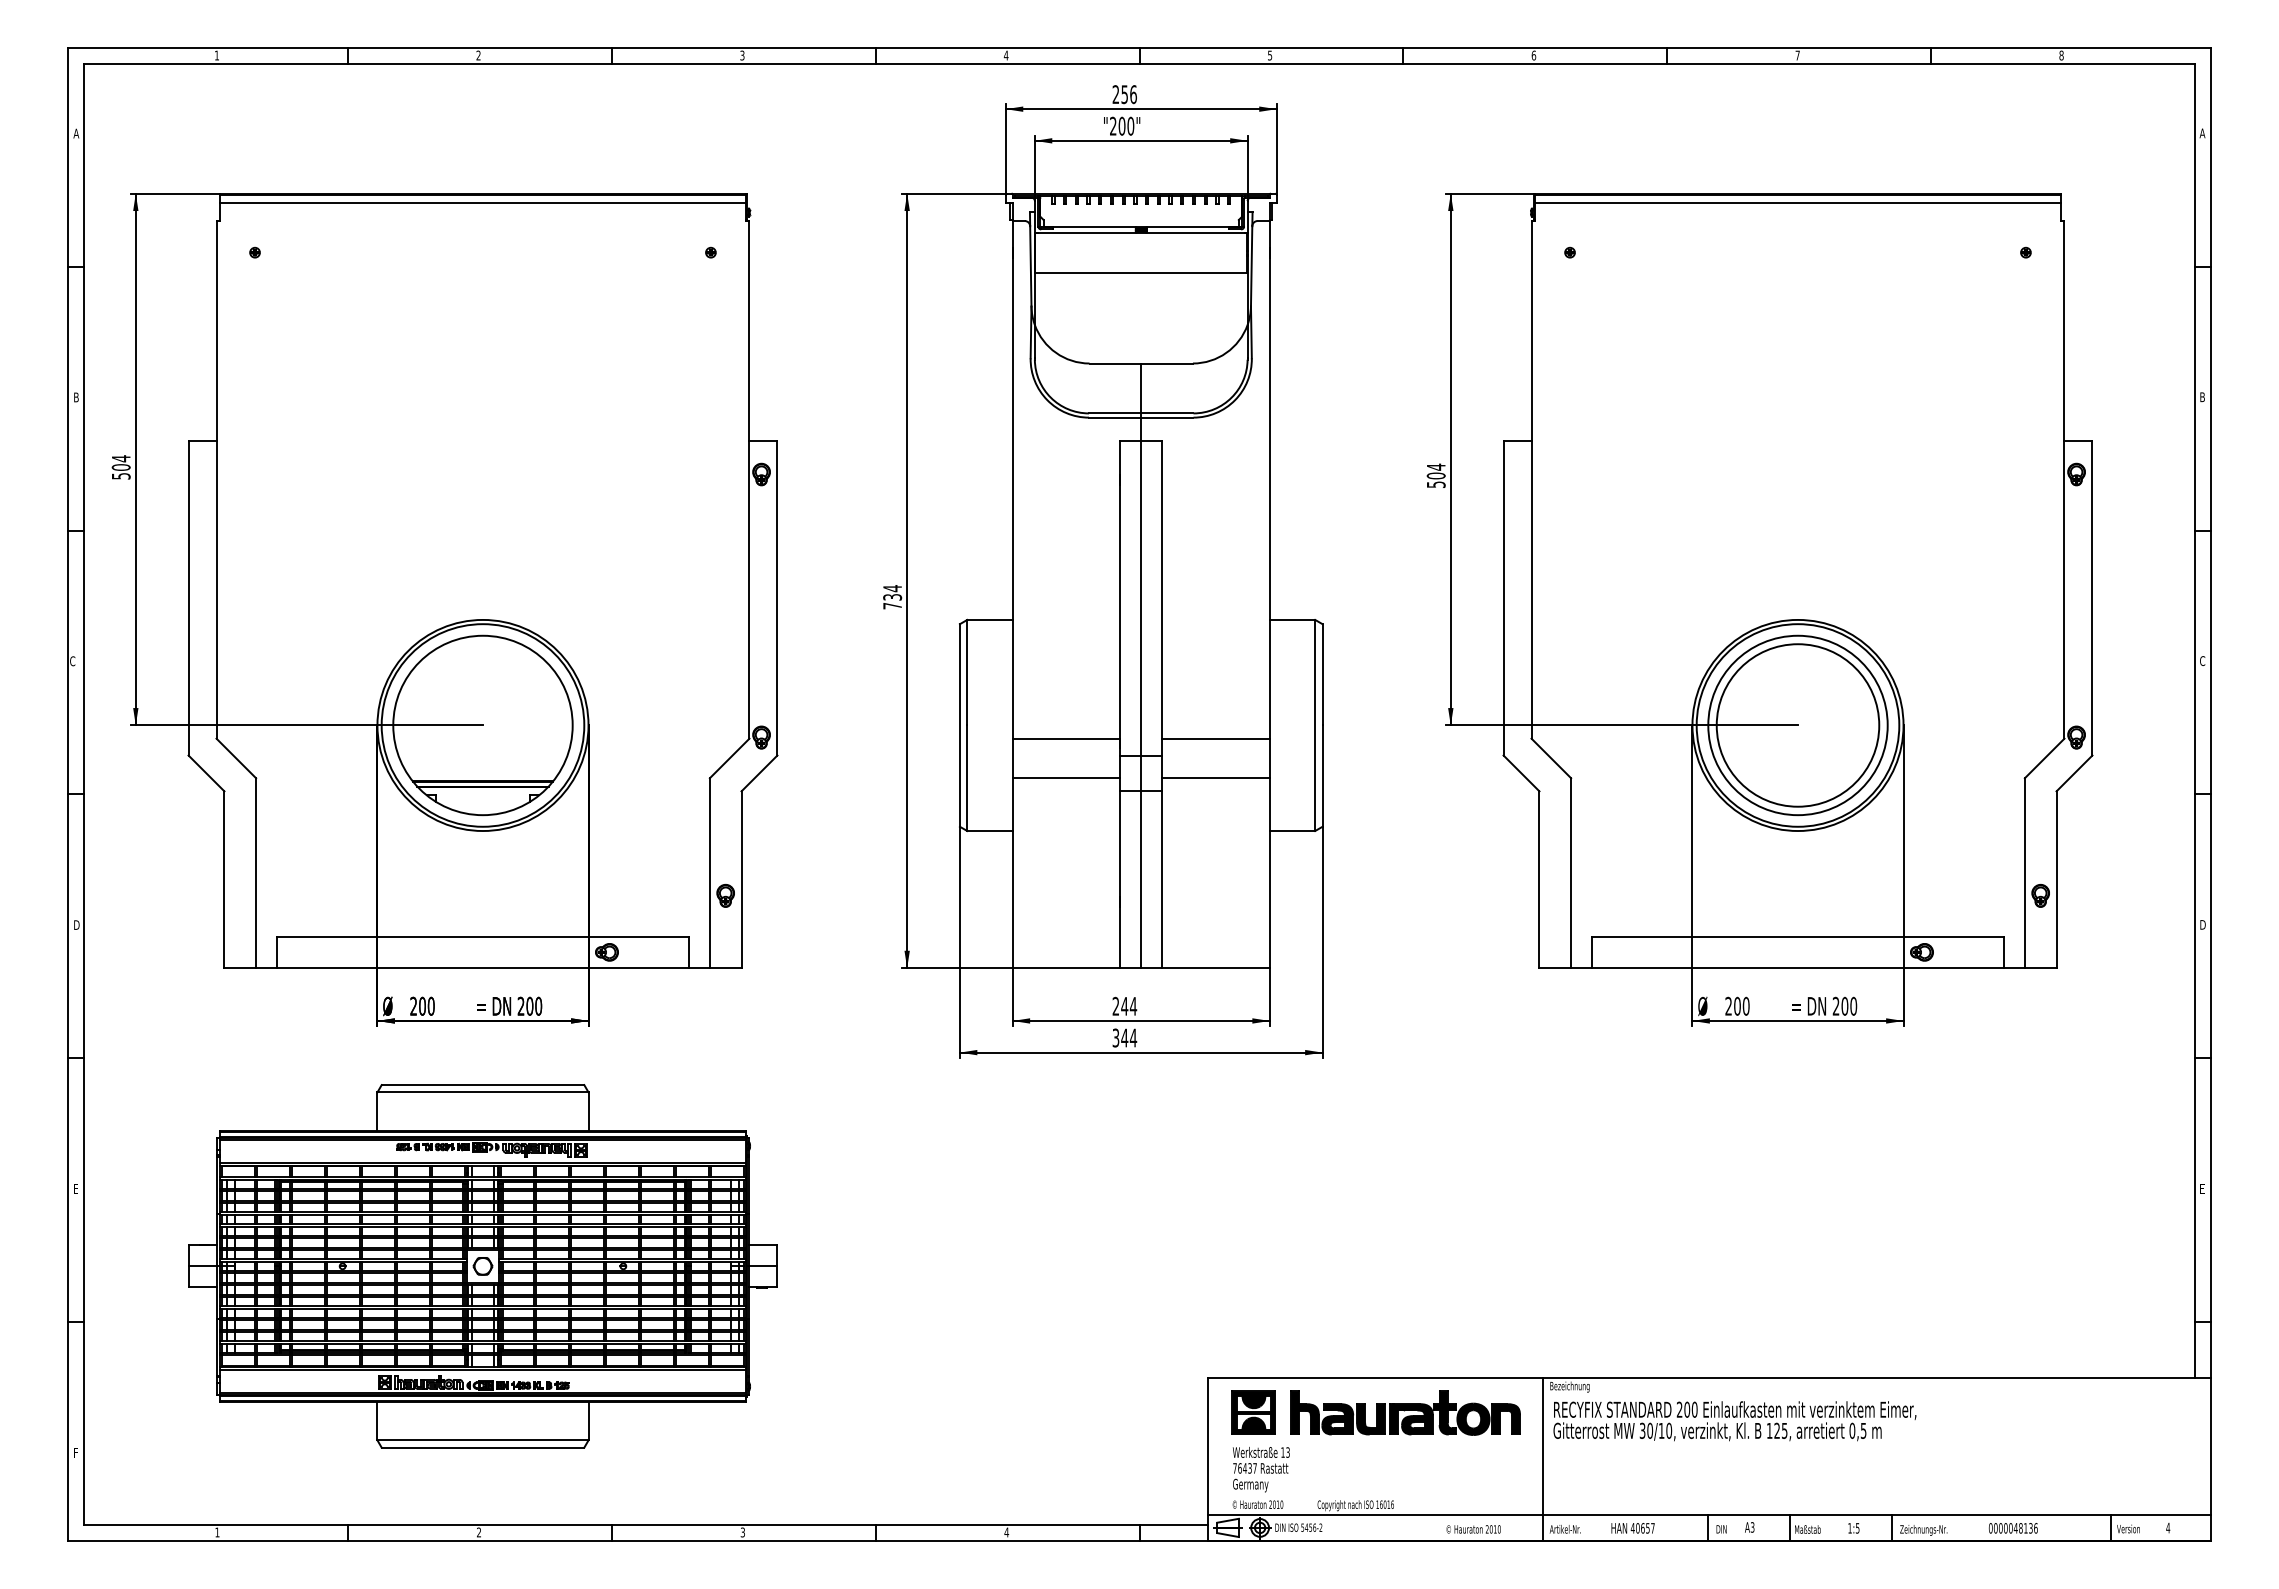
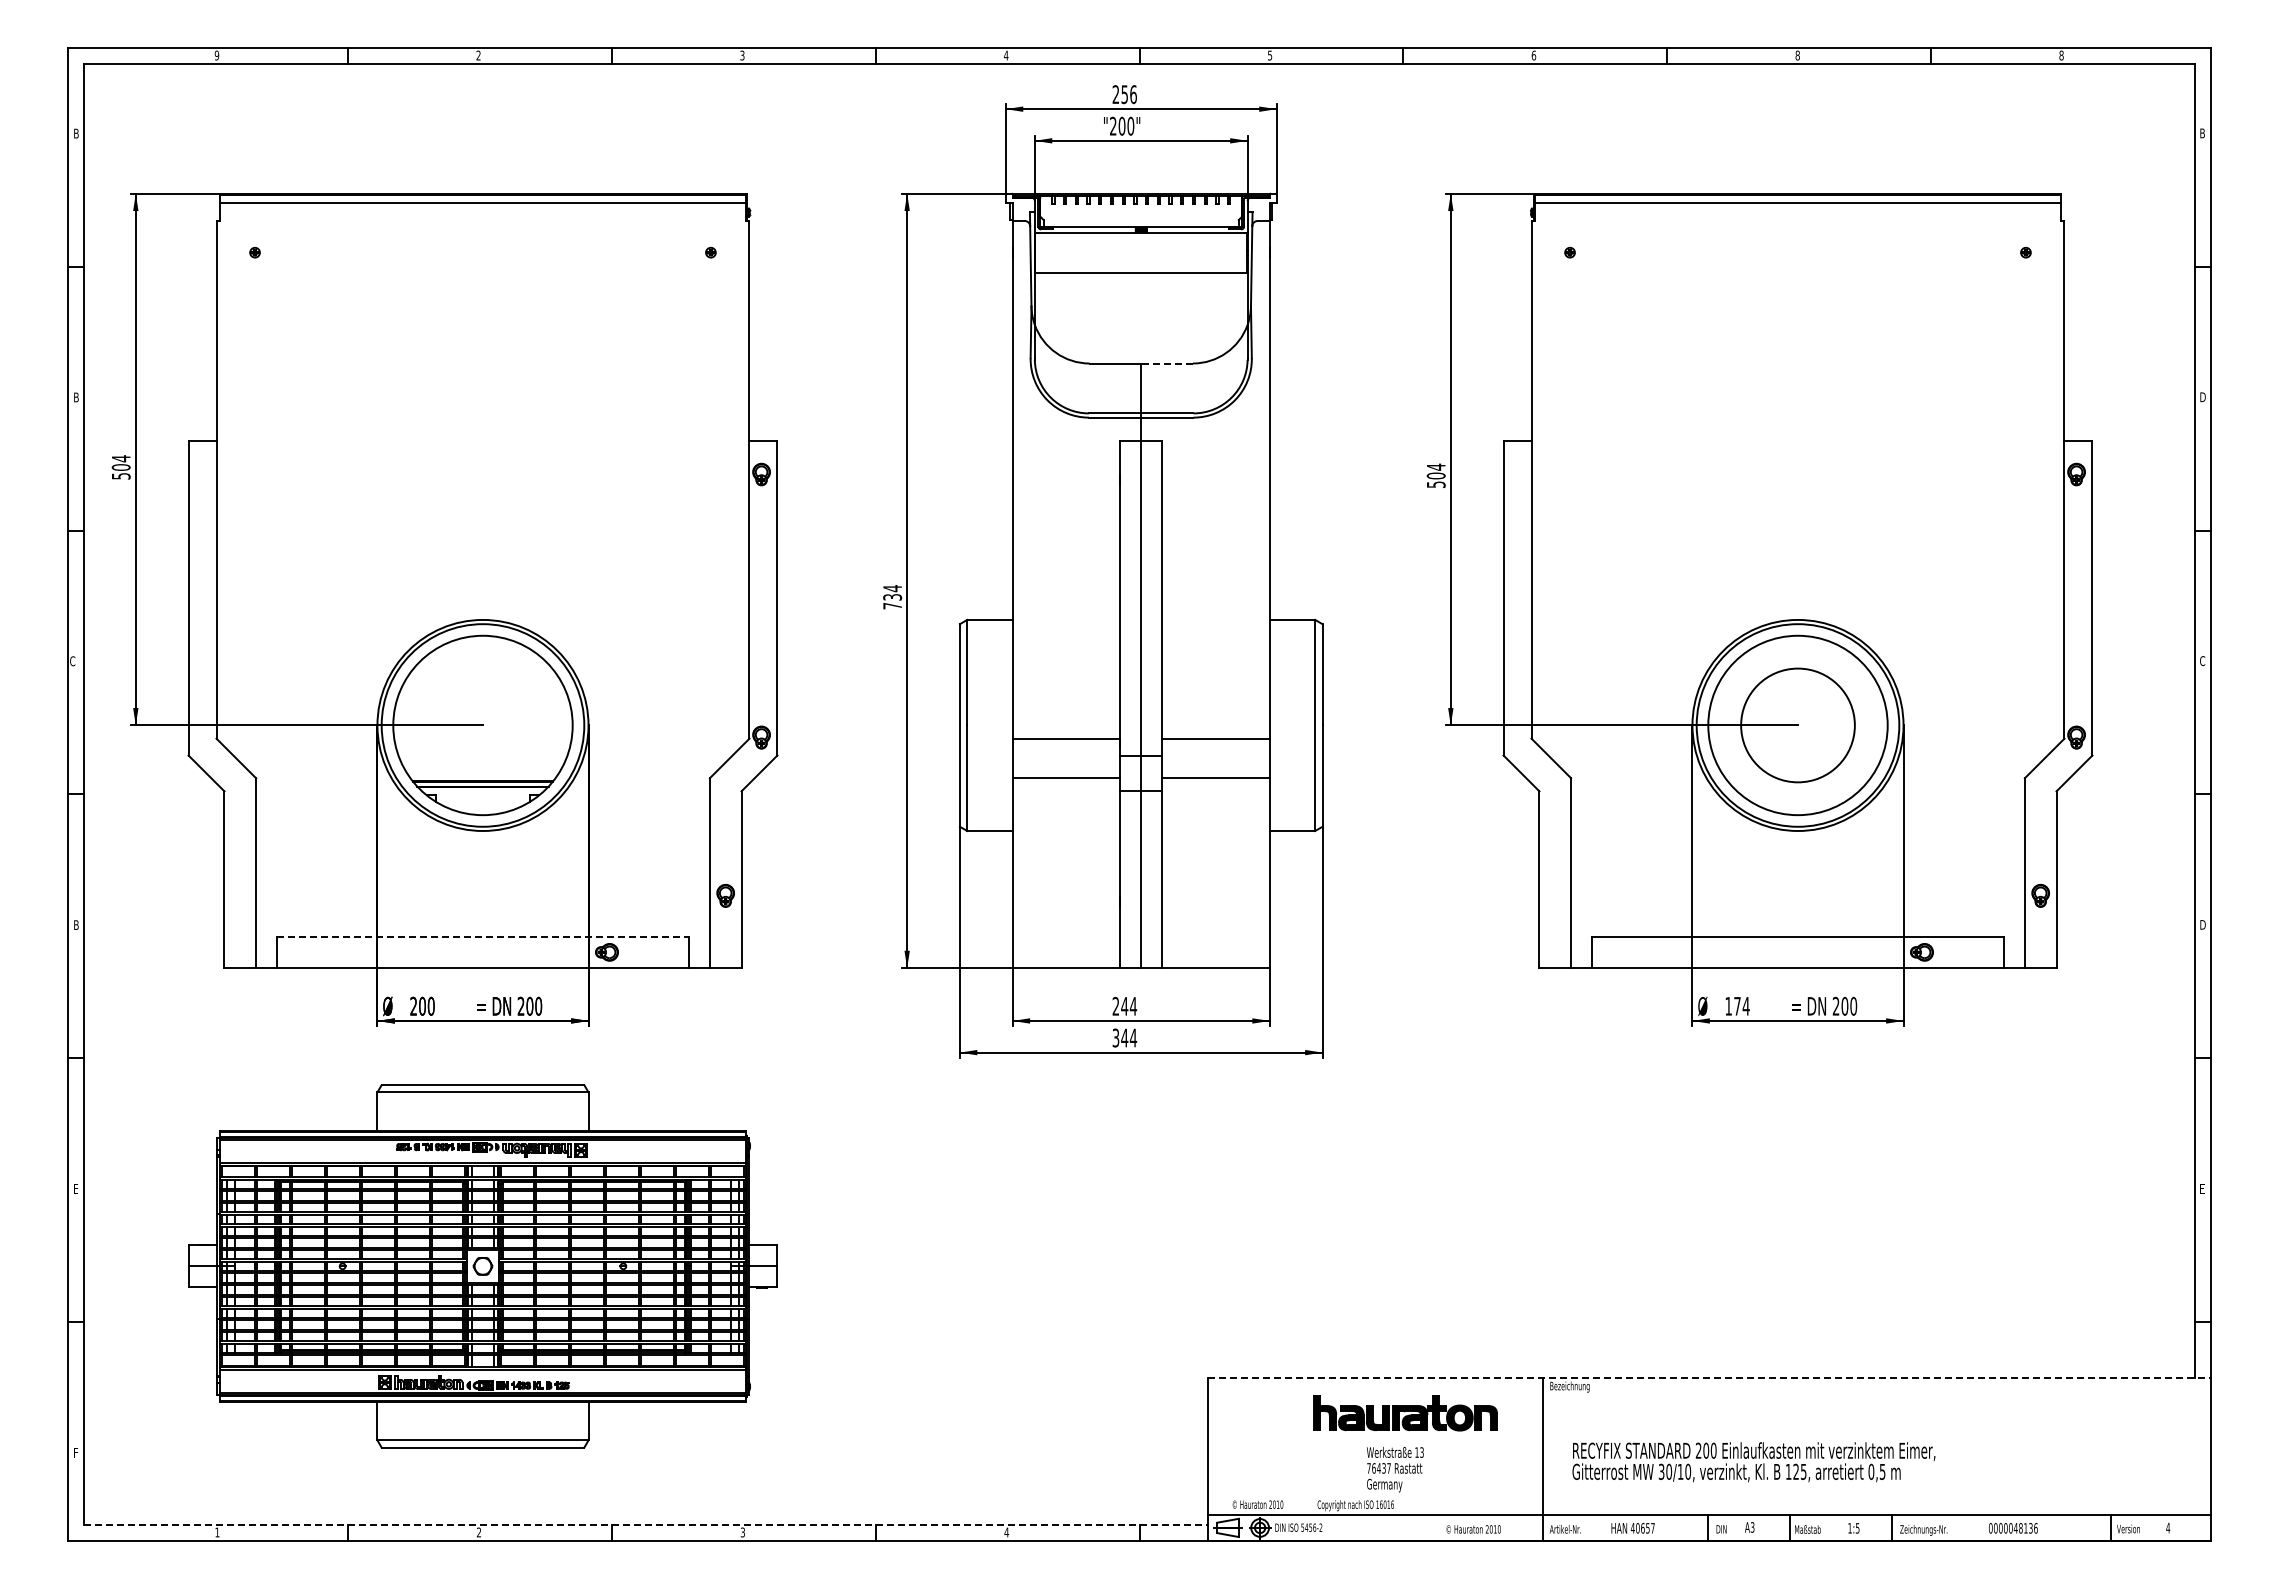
text at (216, 55): 1 -> 9
text at (1797, 55): 7 -> 8
text at (76, 133): A -> B
text at (2202, 133): A -> B
line at (1167, 363): solid -> dashed
text at (2203, 396): B -> D
circle at (1797, 725) diameter: 163 px -> 114 px
text at (77, 924): D -> B
line at (482, 936): solid -> dashed
text at (1737, 1005): 200 -> 174
line at (1709, 1377): solid -> dashed
part at (1253, 1412): present -> none
part at (1405, 1412) size: 231x46 px -> 185x37 px
text at (1734, 1421) position: (1734, 1421) -> (1753, 1462)
text at (1261, 1469) position: (1261, 1469) -> (1395, 1469)
line at (646, 1525): solid -> dashed
